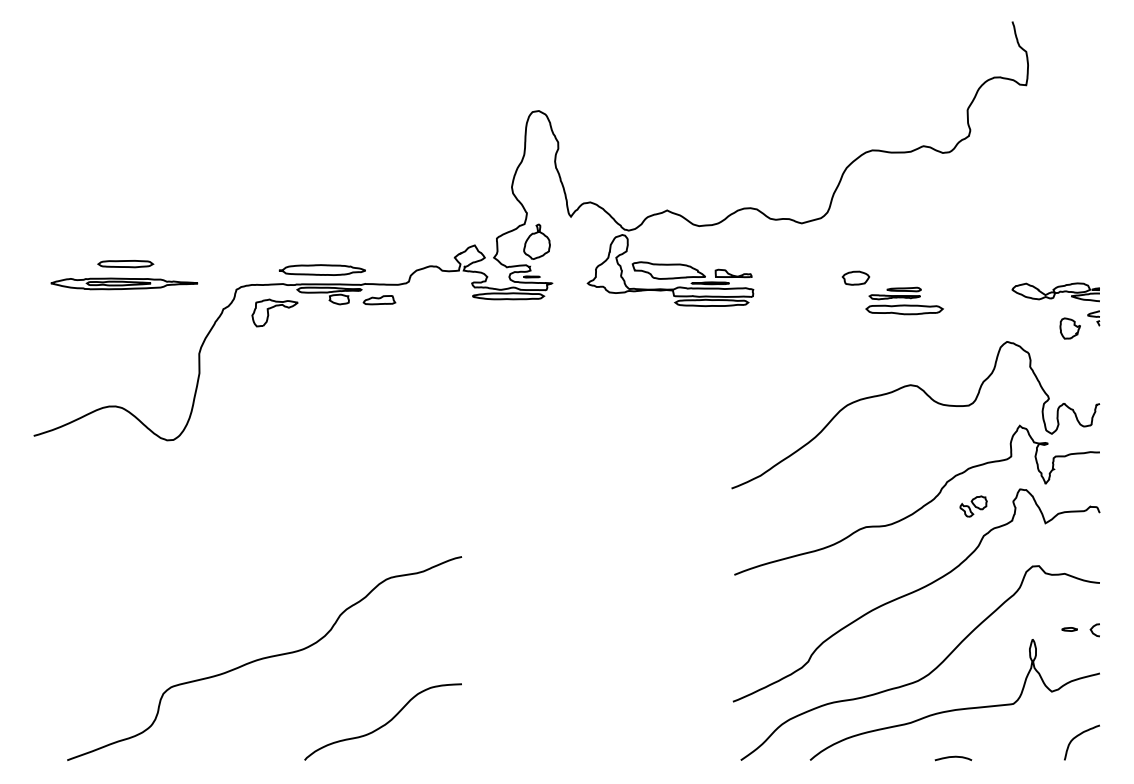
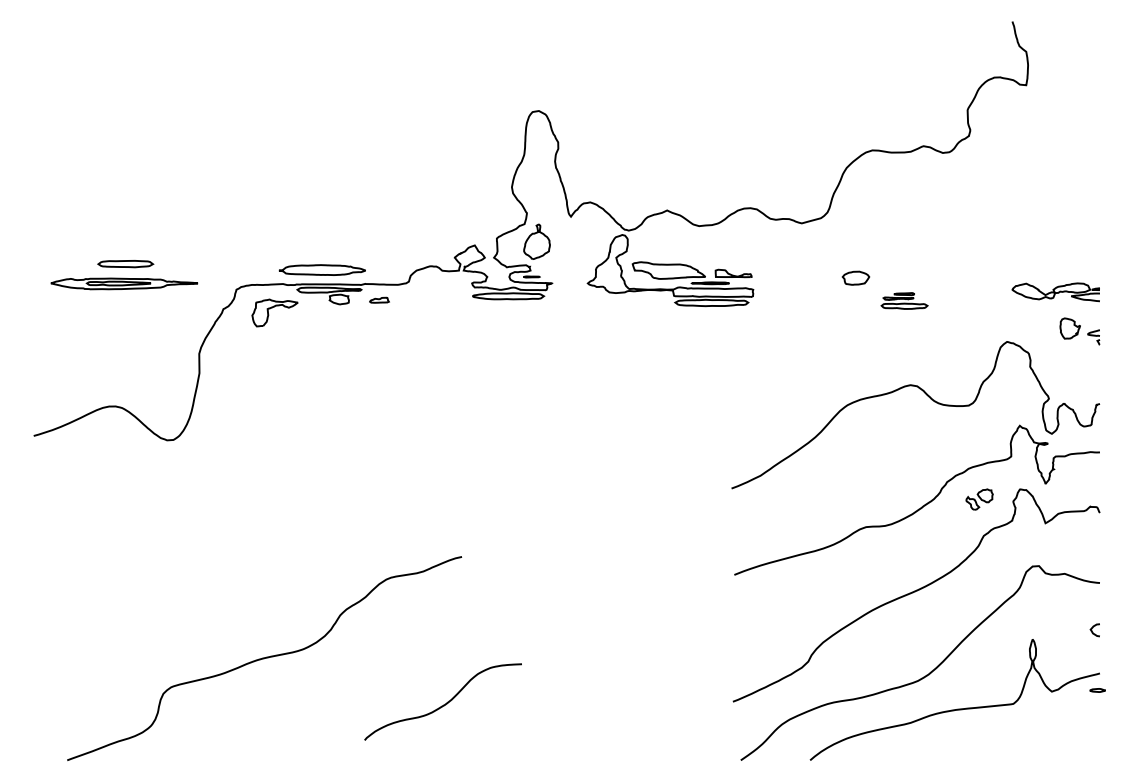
part at (379, 300) size: 35x11 px -> 21x8 px
part at (904, 300) size: 79x30 px -> 49x18 px
part at (1093, 318) position: (1093, 318) -> (1093, 337)
part at (973, 506) position: (973, 506) -> (979, 499)
part at (1069, 629) position: (1069, 629) -> (1097, 690)
curve at (383, 724) position: (383, 724) -> (443, 704)
curve at (1078, 736): present -> none
curve at (953, 757): present -> none
